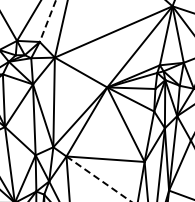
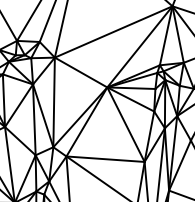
line at (47, 21): dashed -> solid
line at (98, 179): dashed -> solid
